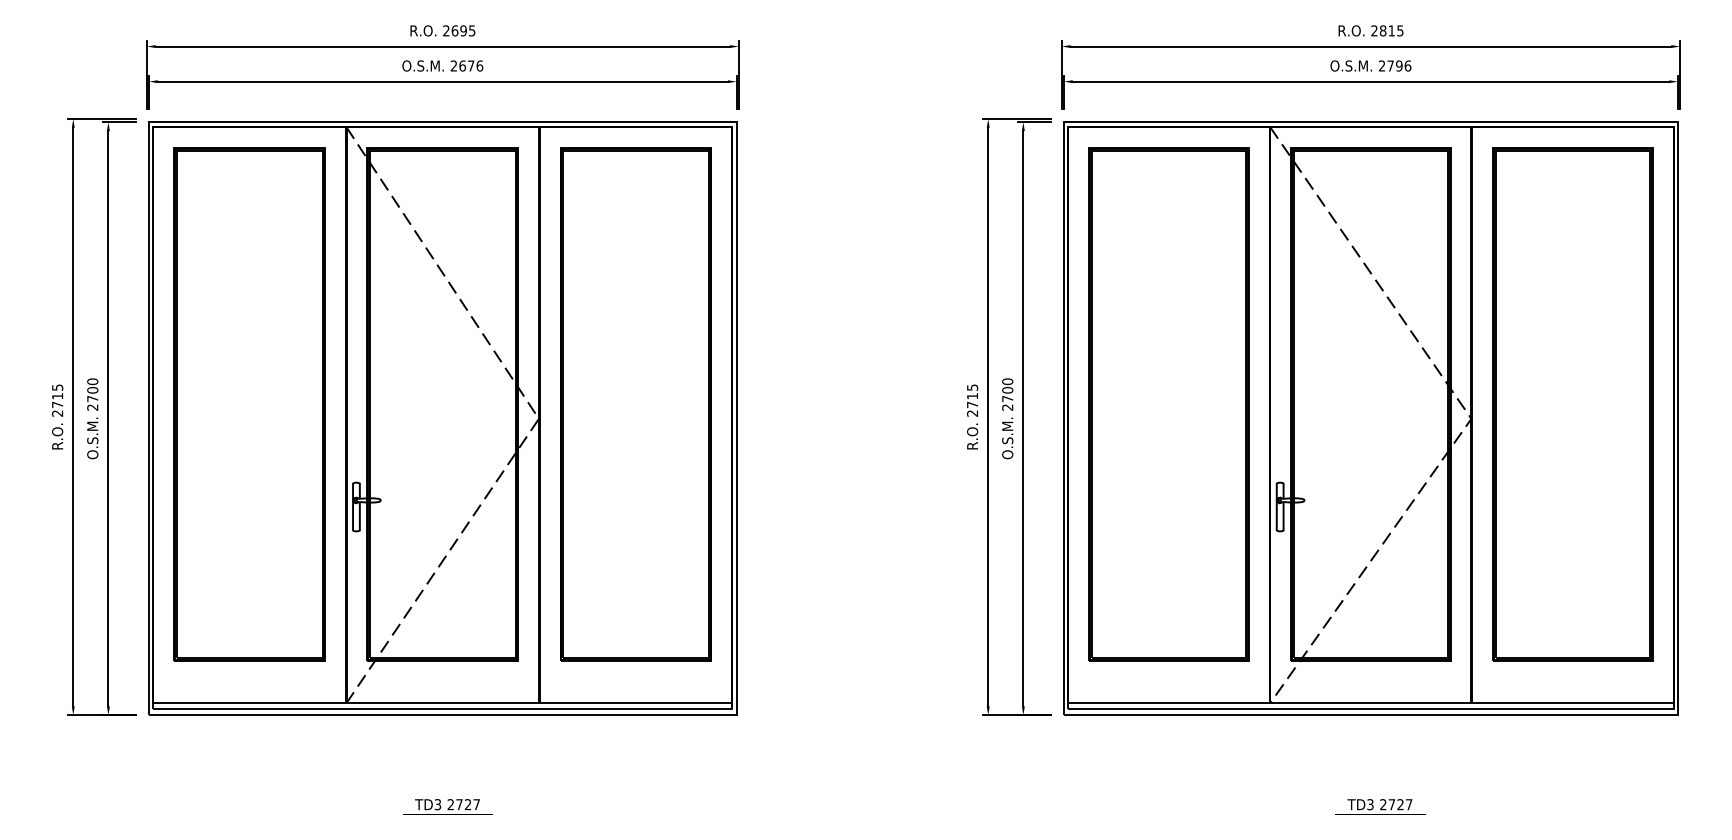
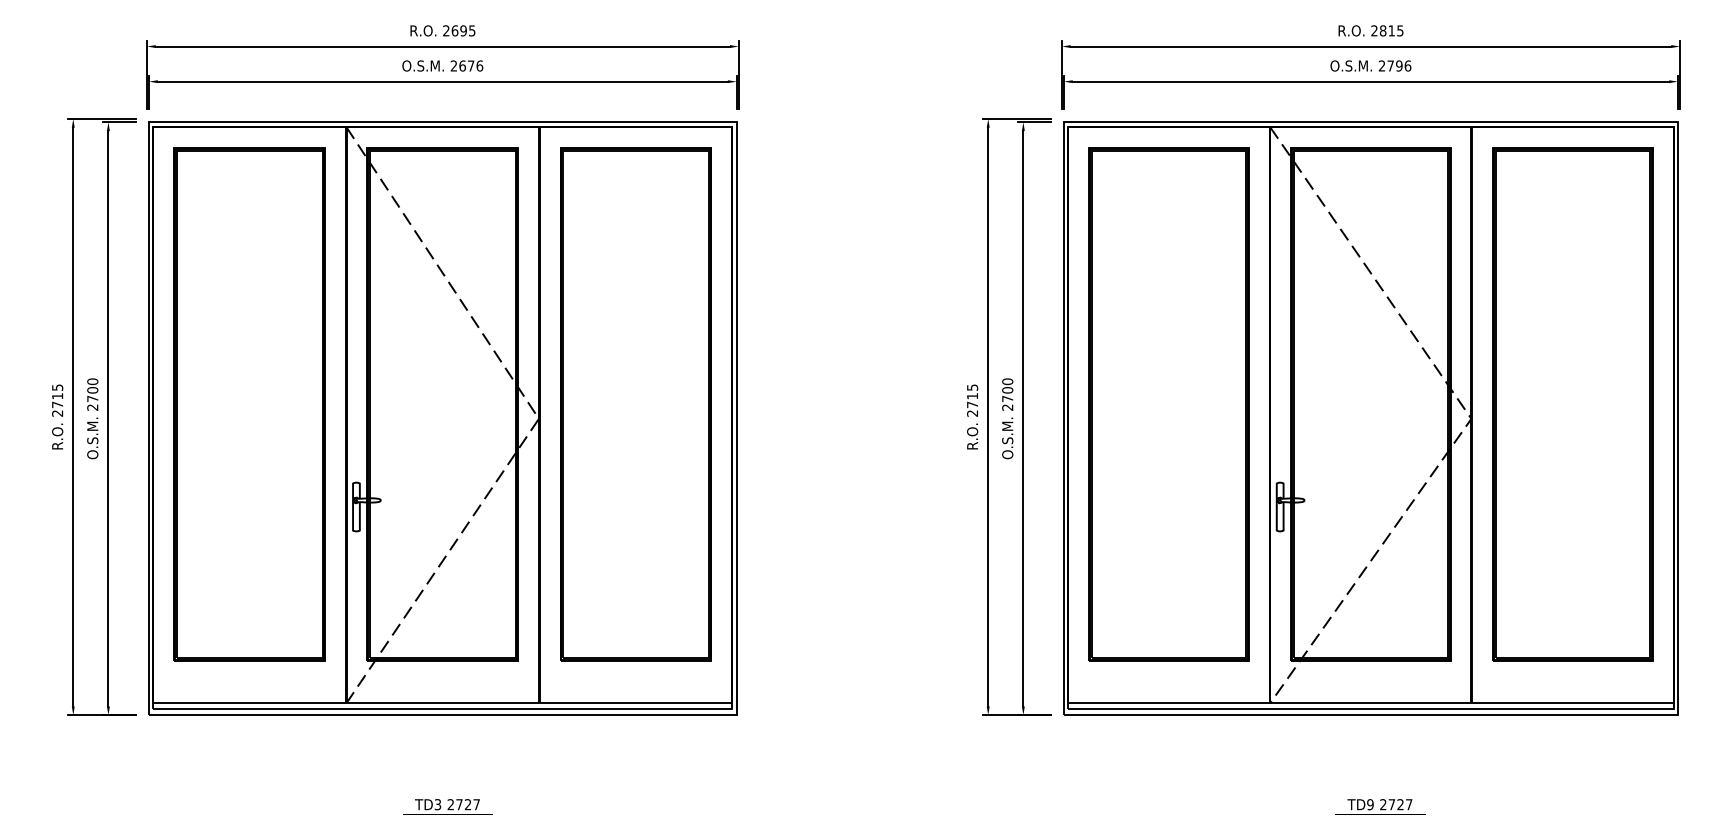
text at (1370, 804): TD3 -> TD9
